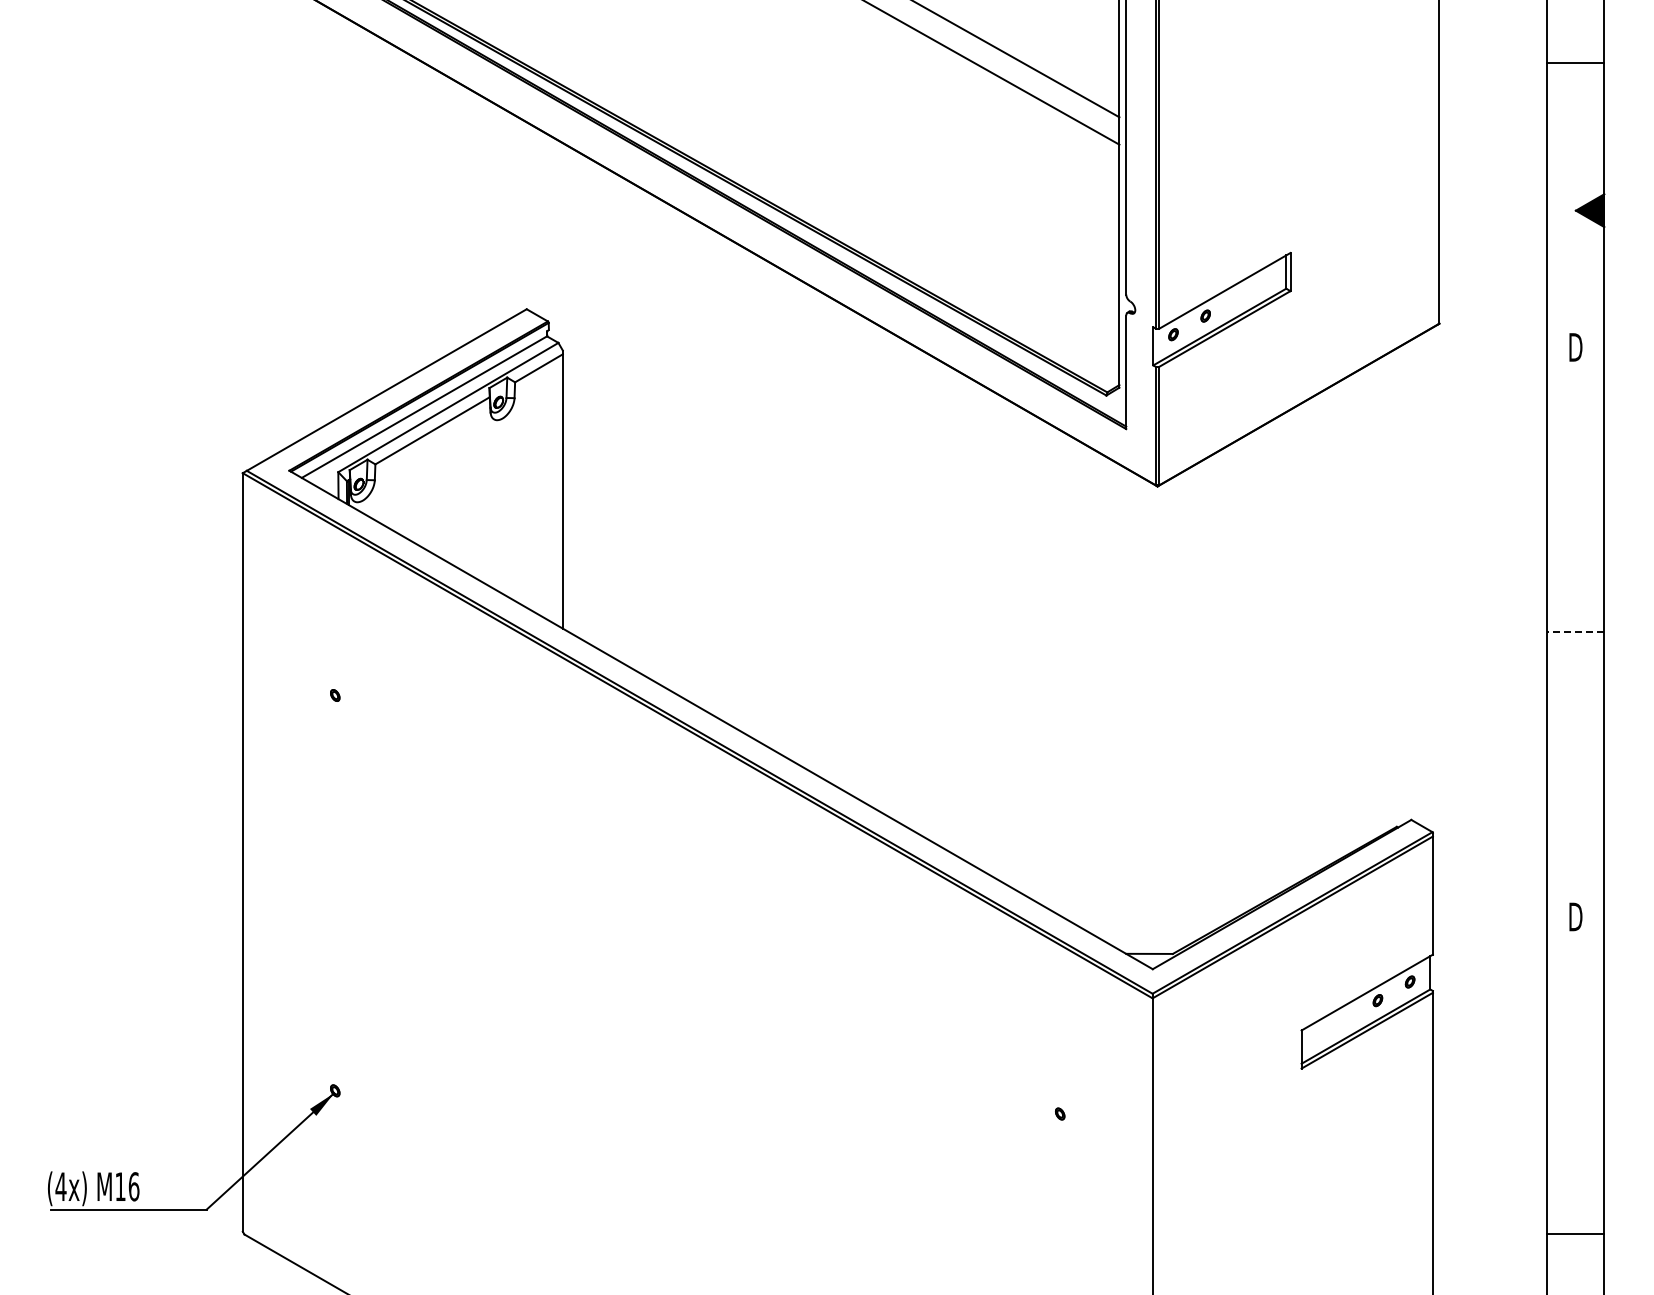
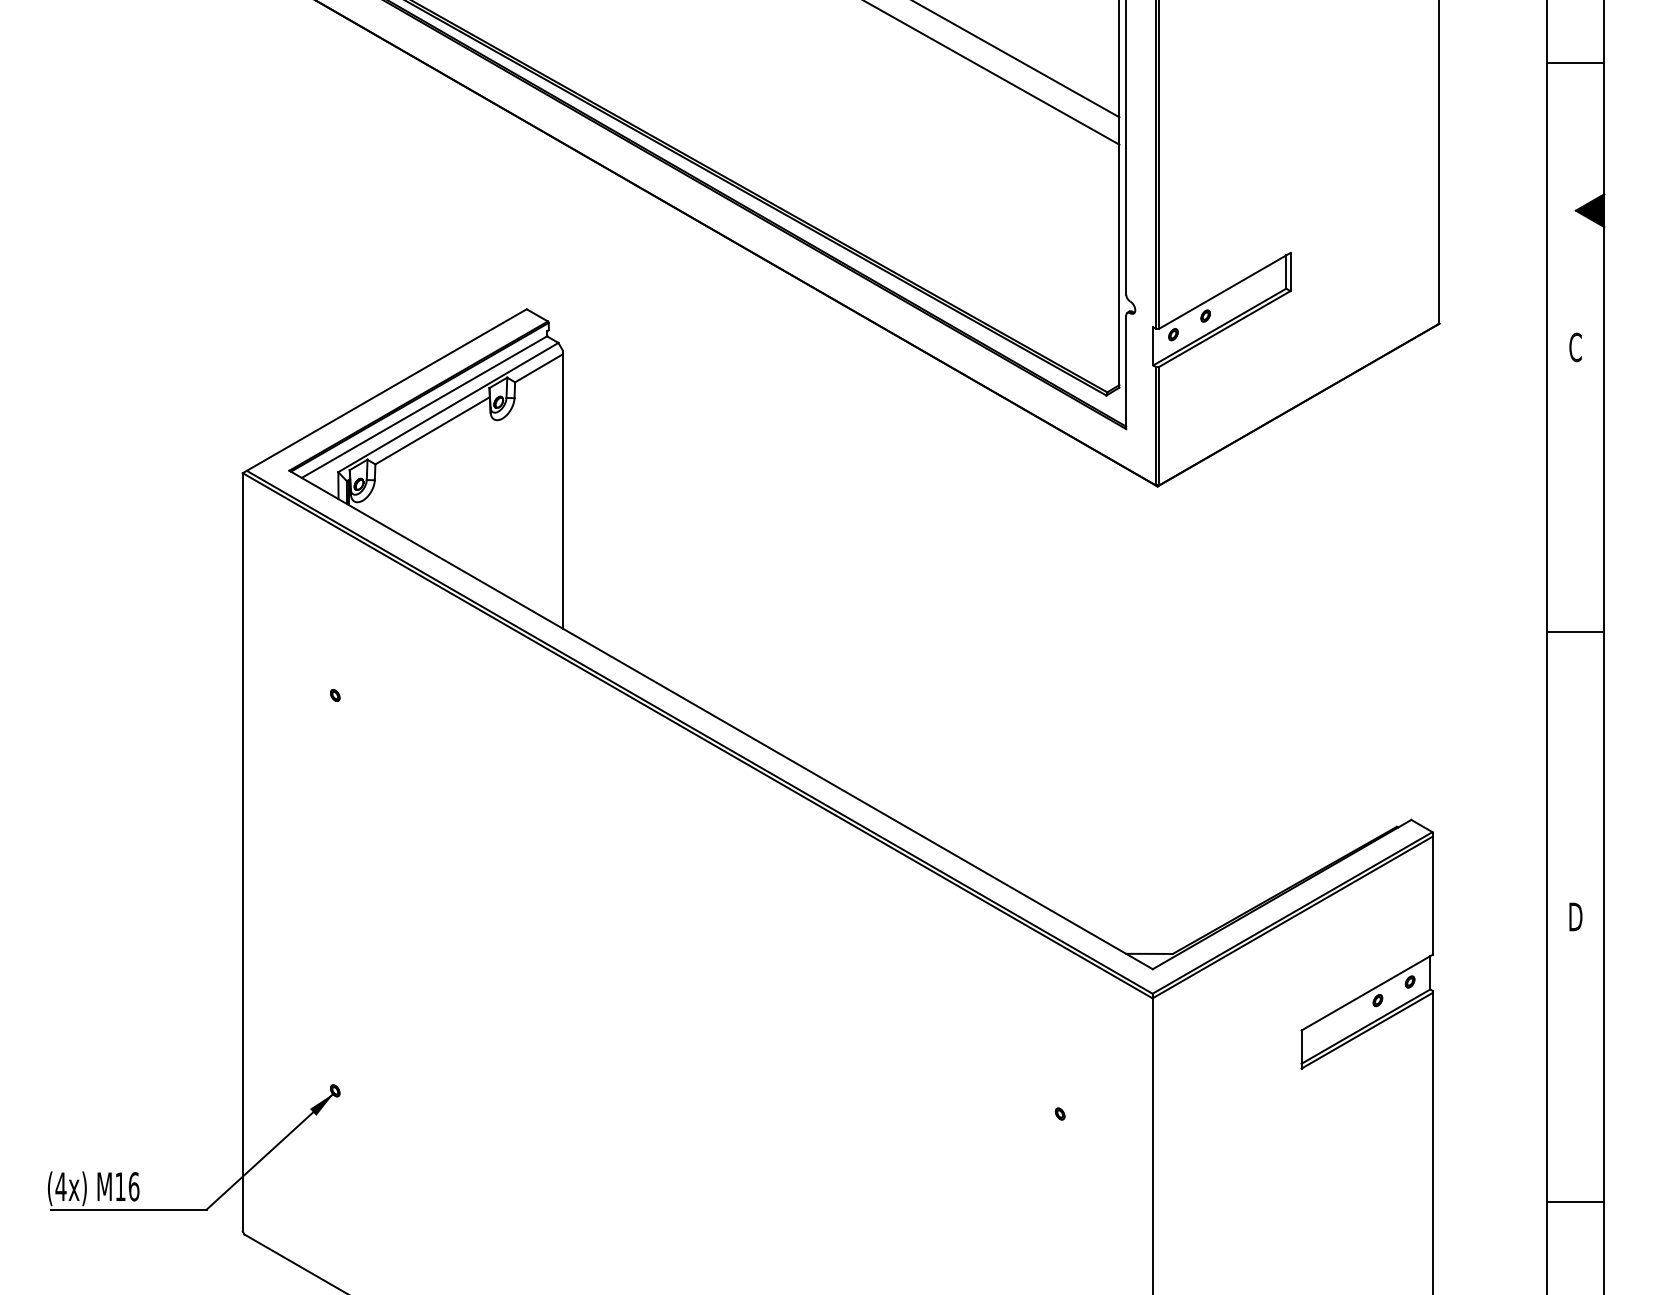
text at (1575, 347): D -> C
line at (1575, 632): dashed -> solid
line at (1575, 1233) position: (1575, 1233) -> (1575, 1201)
